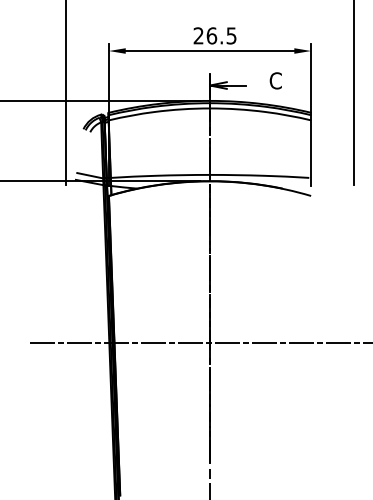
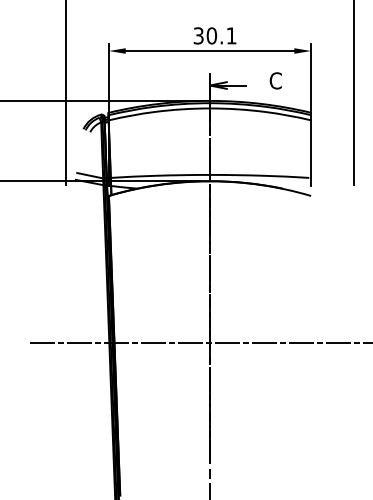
text at (214, 35): 26.5 -> 30.1
